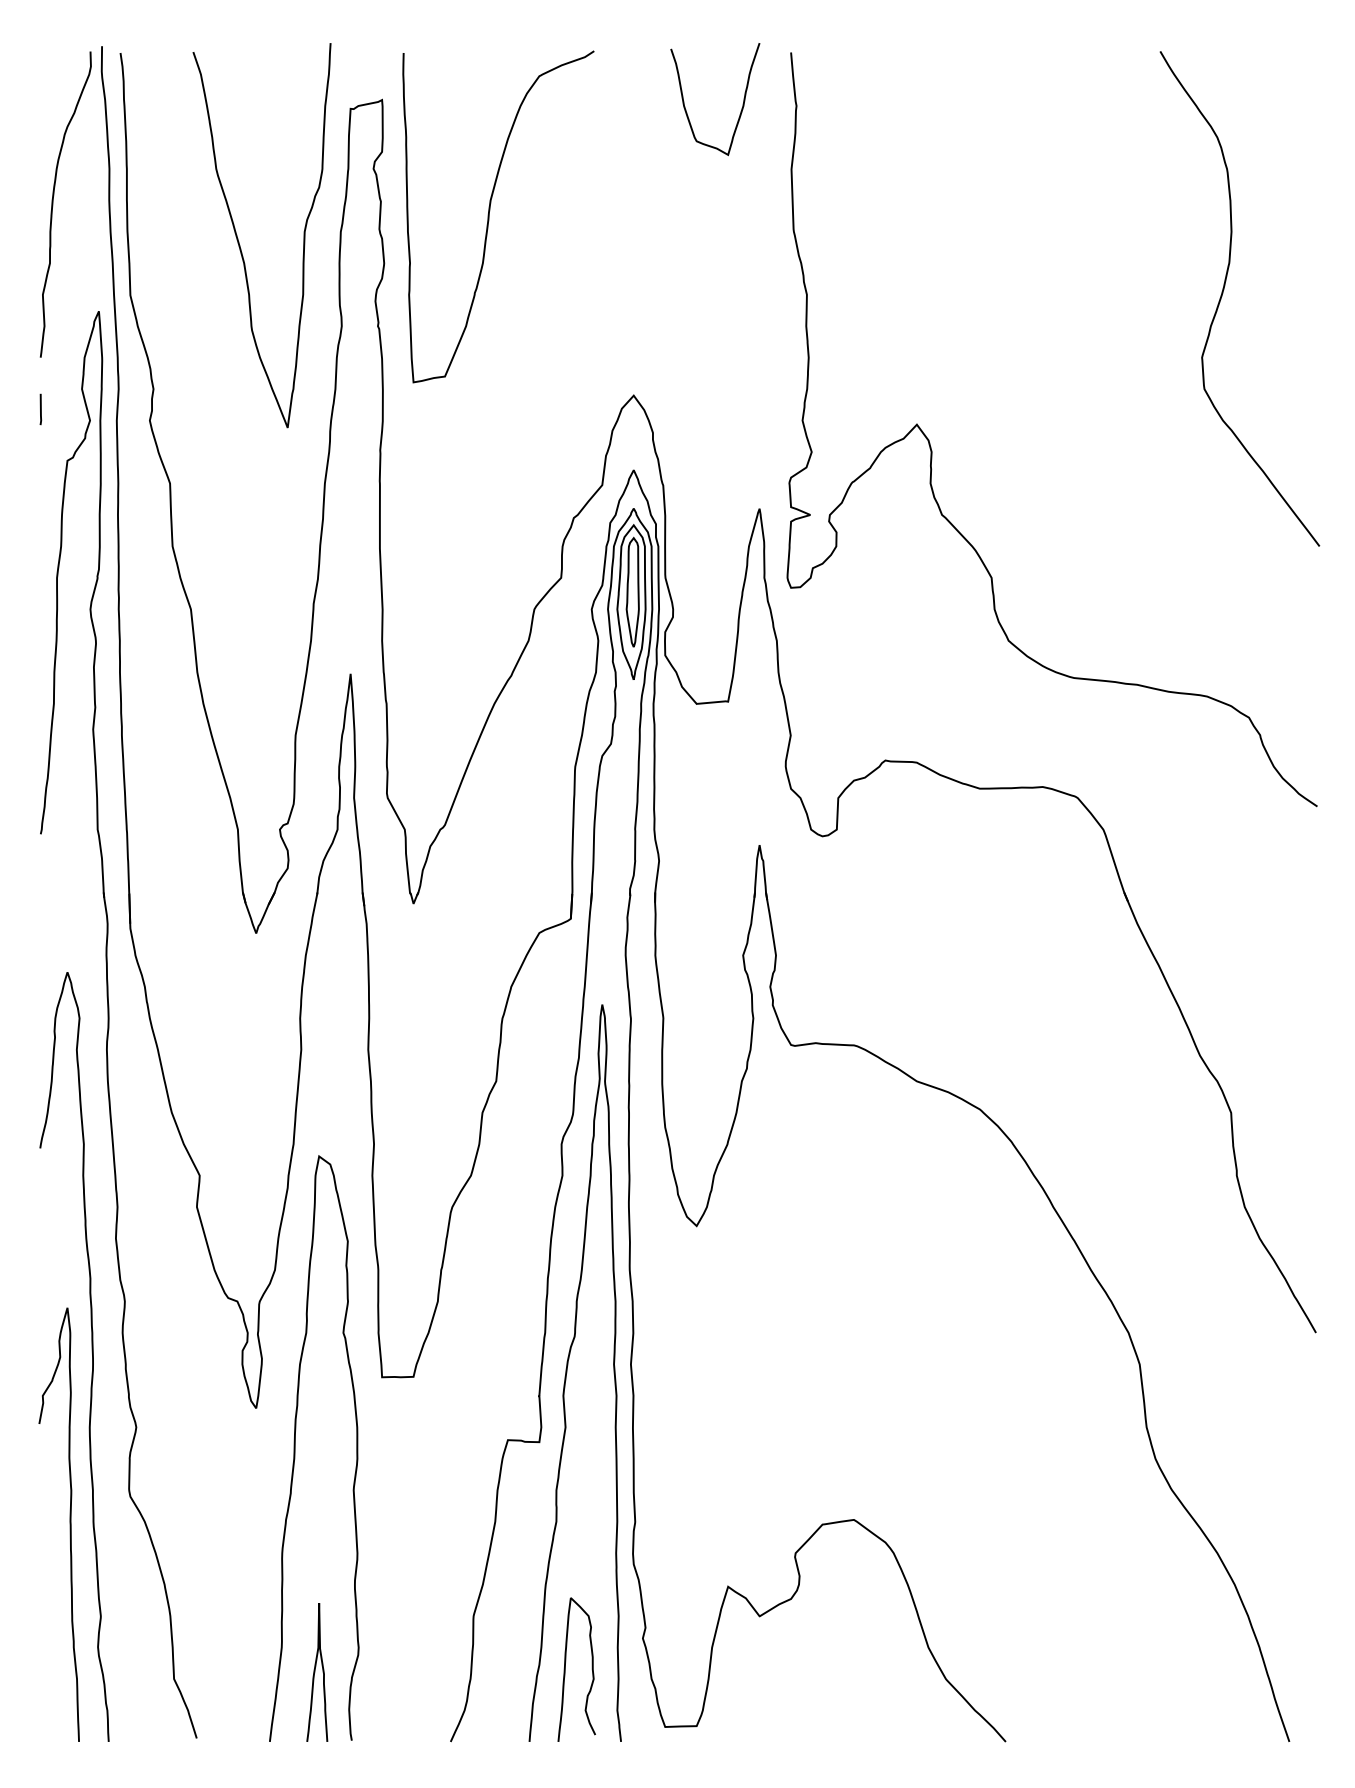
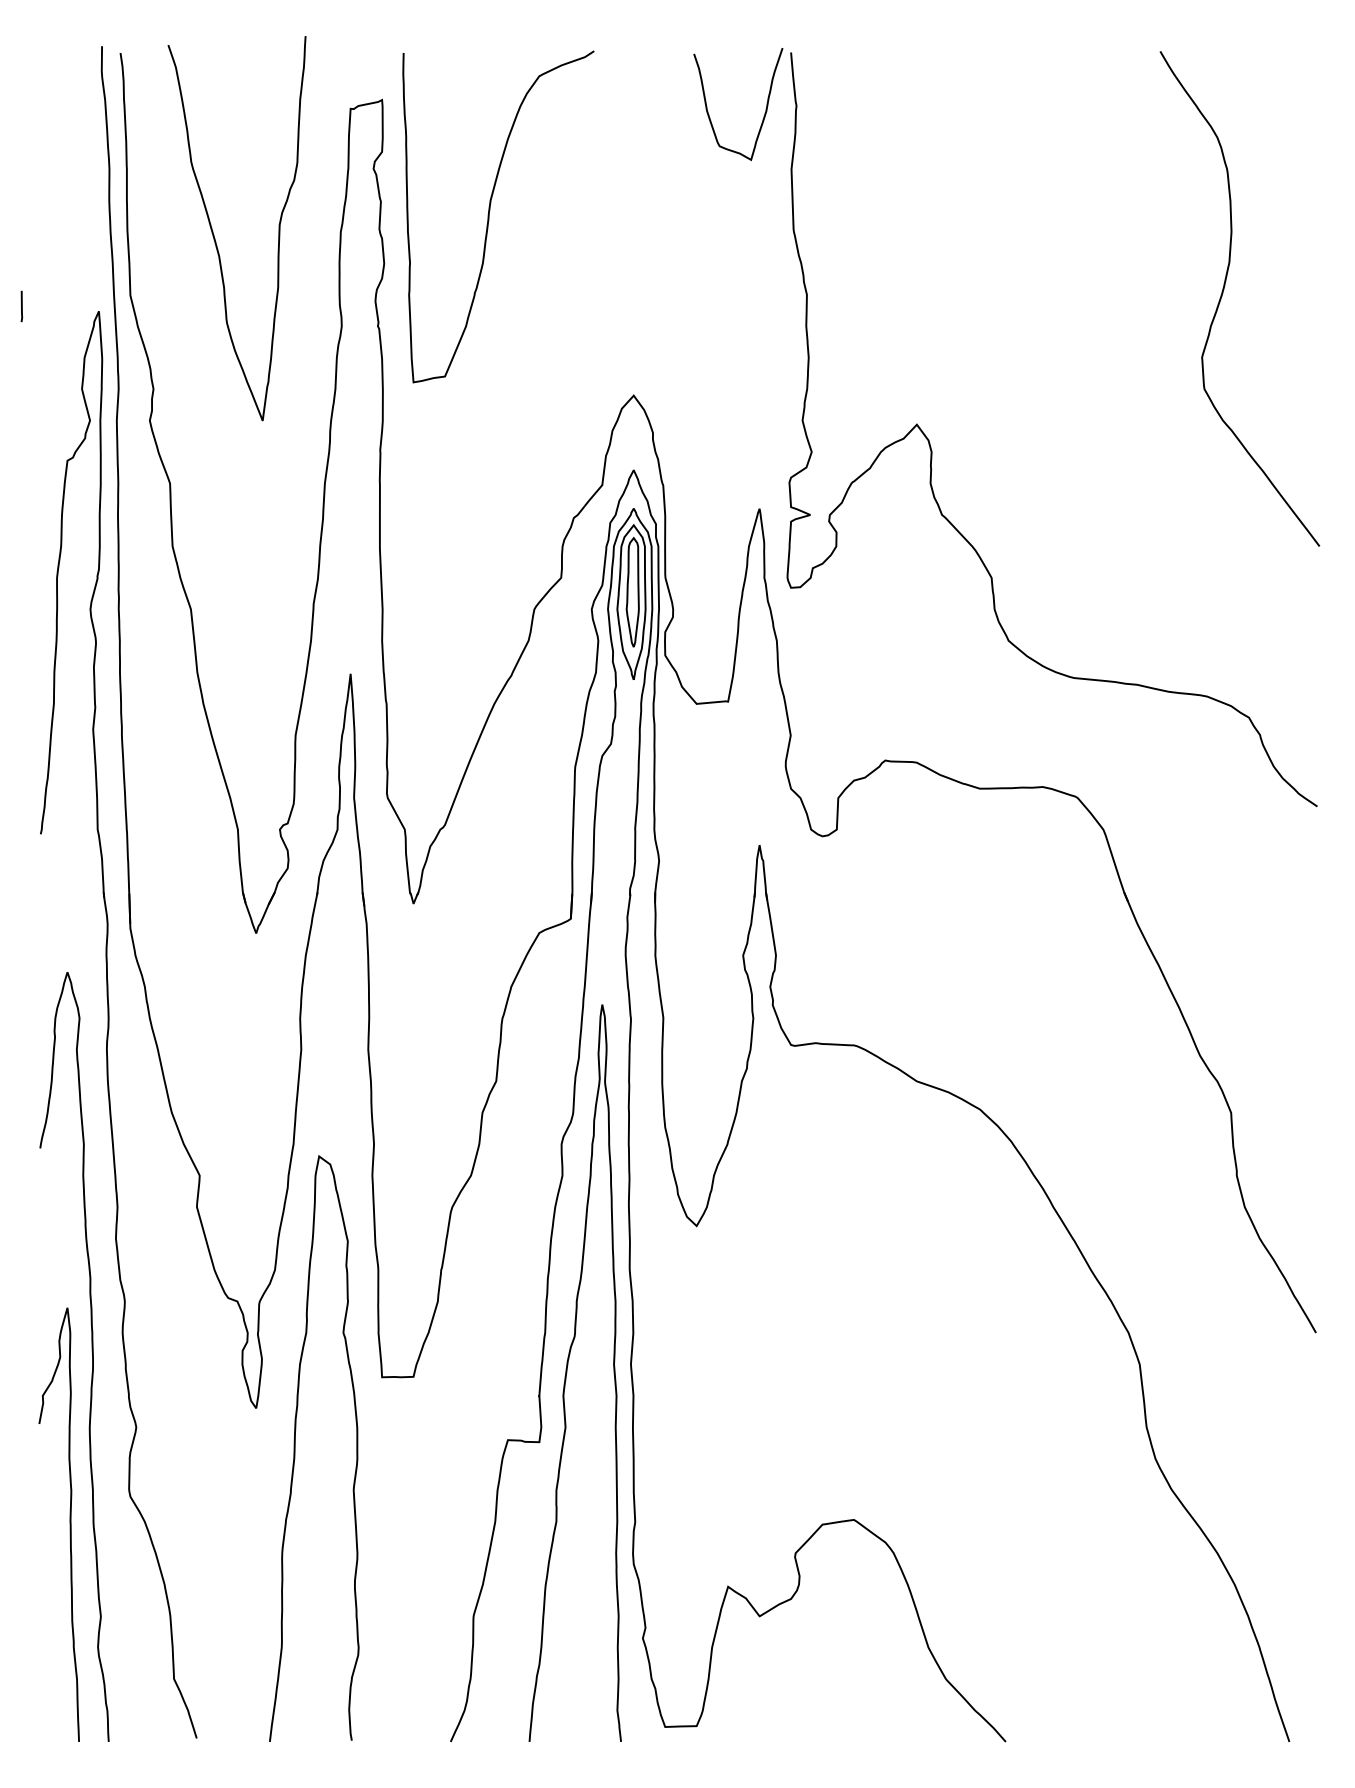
curve at (742, 104) position: (742, 104) -> (765, 109)
curve at (53, 204): present -> none
curve at (239, 241) position: (239, 241) -> (214, 234)
line at (40, 409) position: (40, 409) -> (21, 306)
curve at (565, 1669): present -> none
curve at (315, 1672): present -> none
